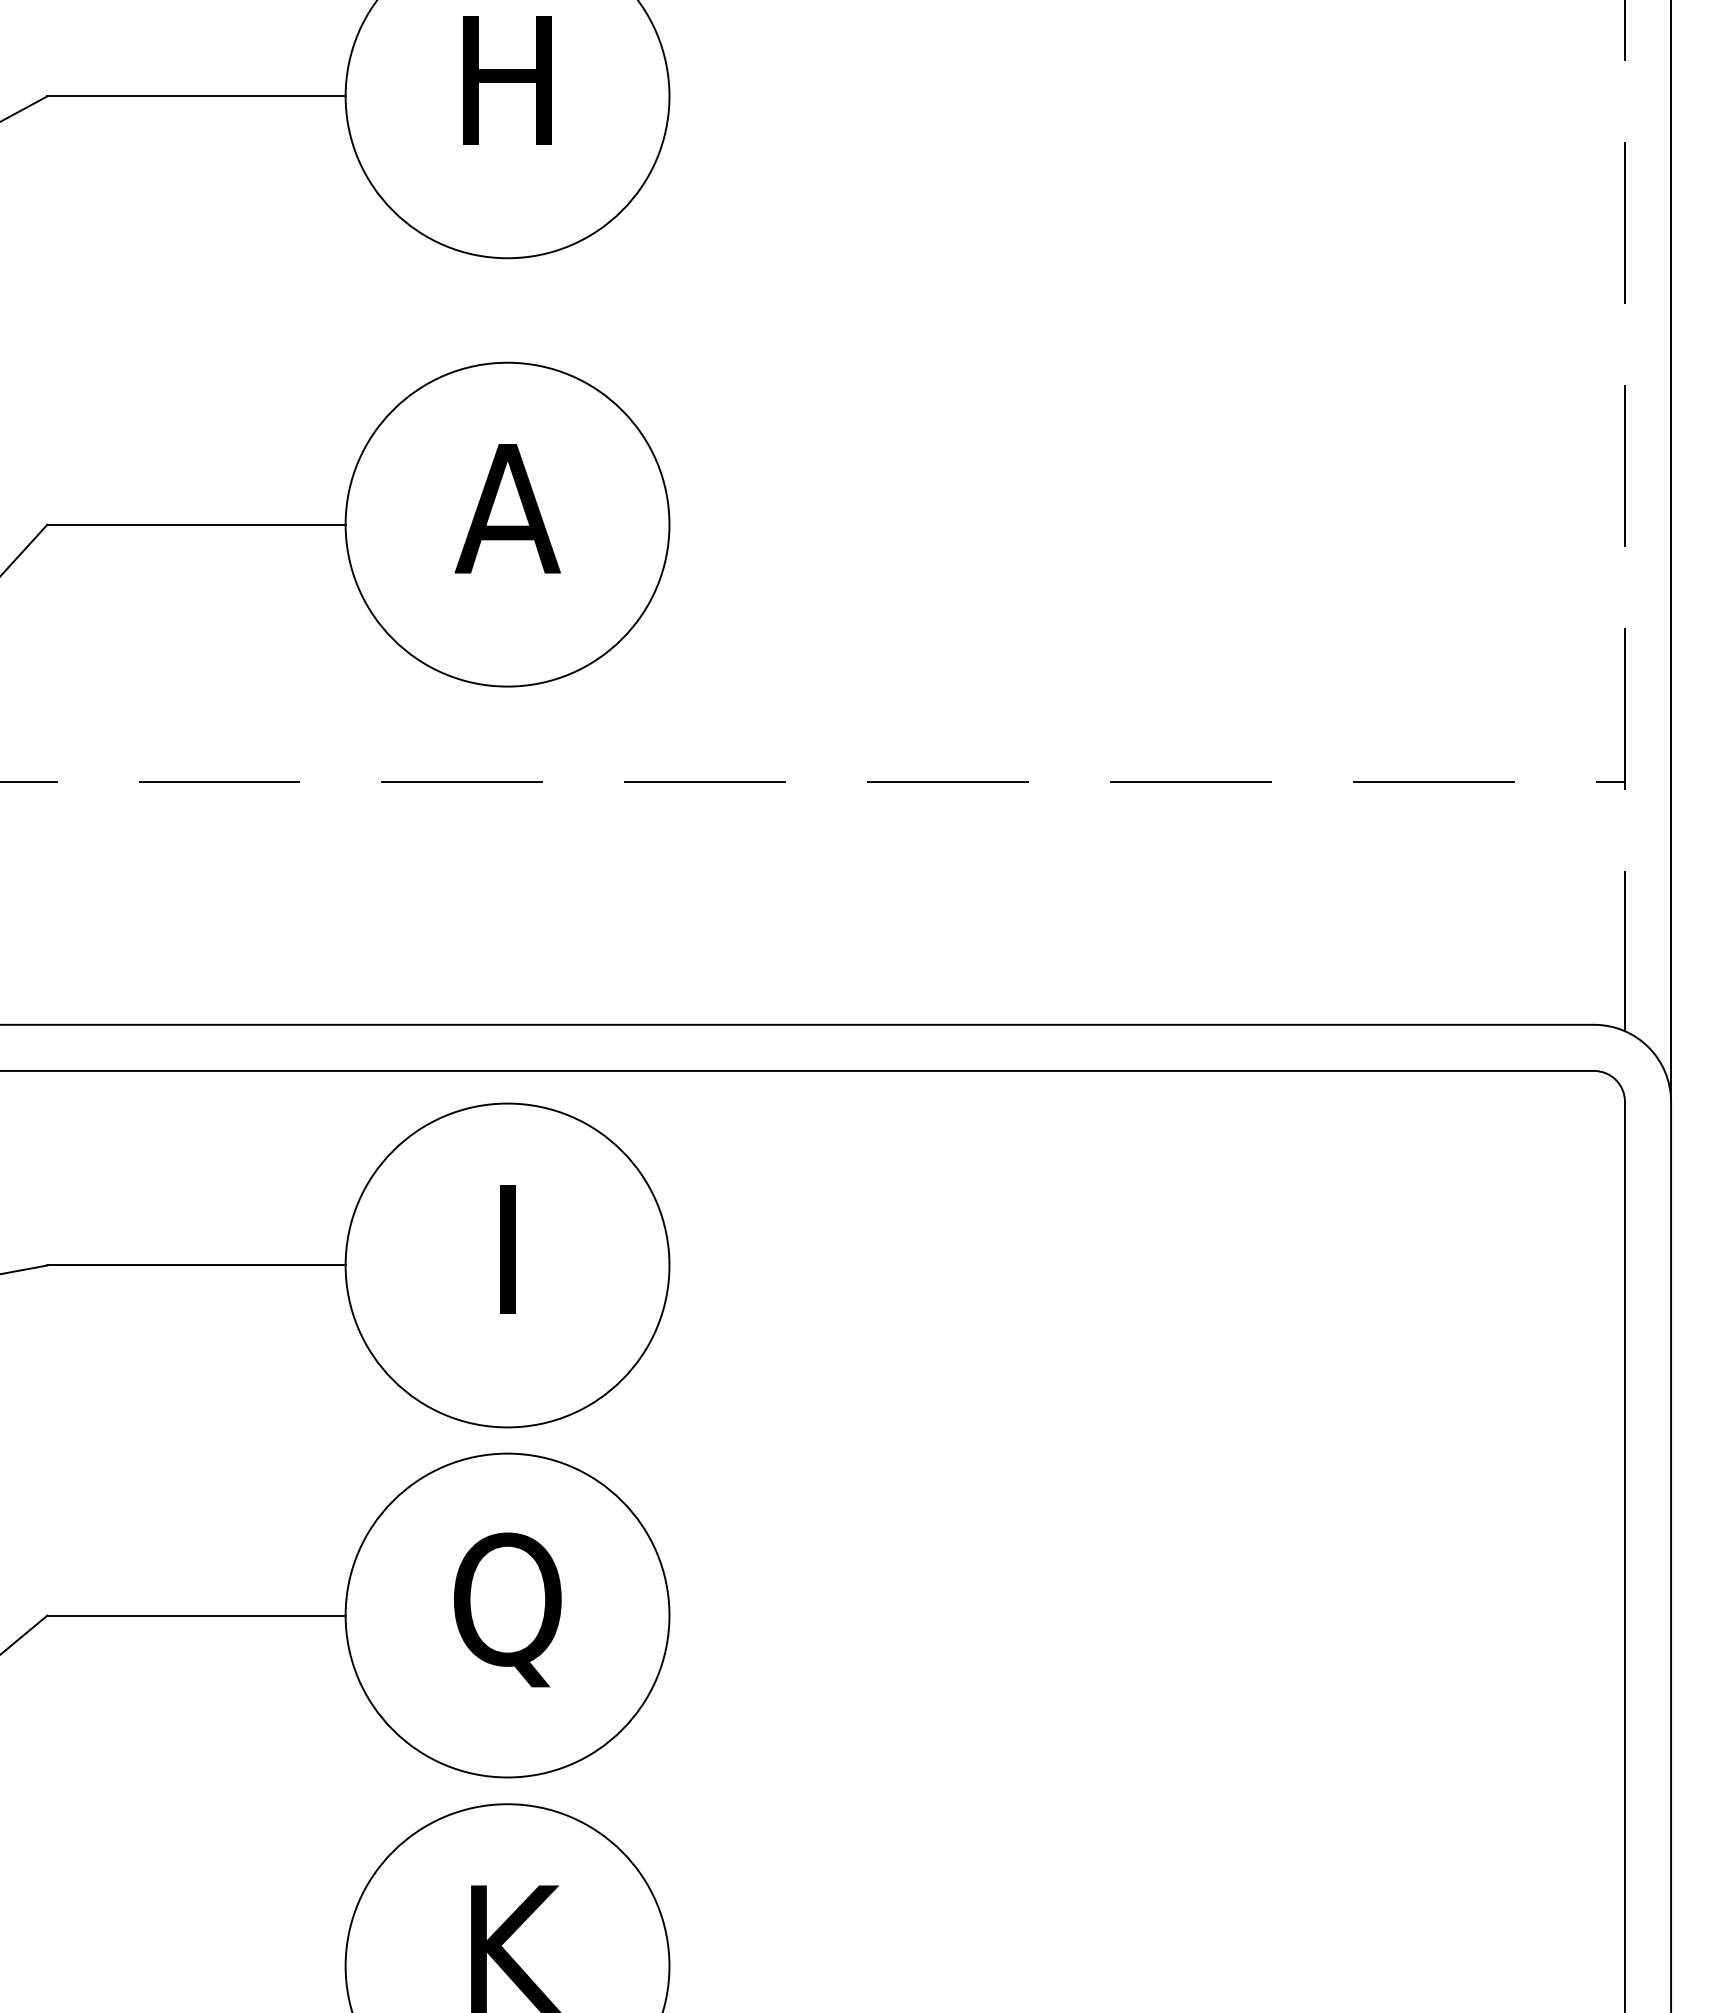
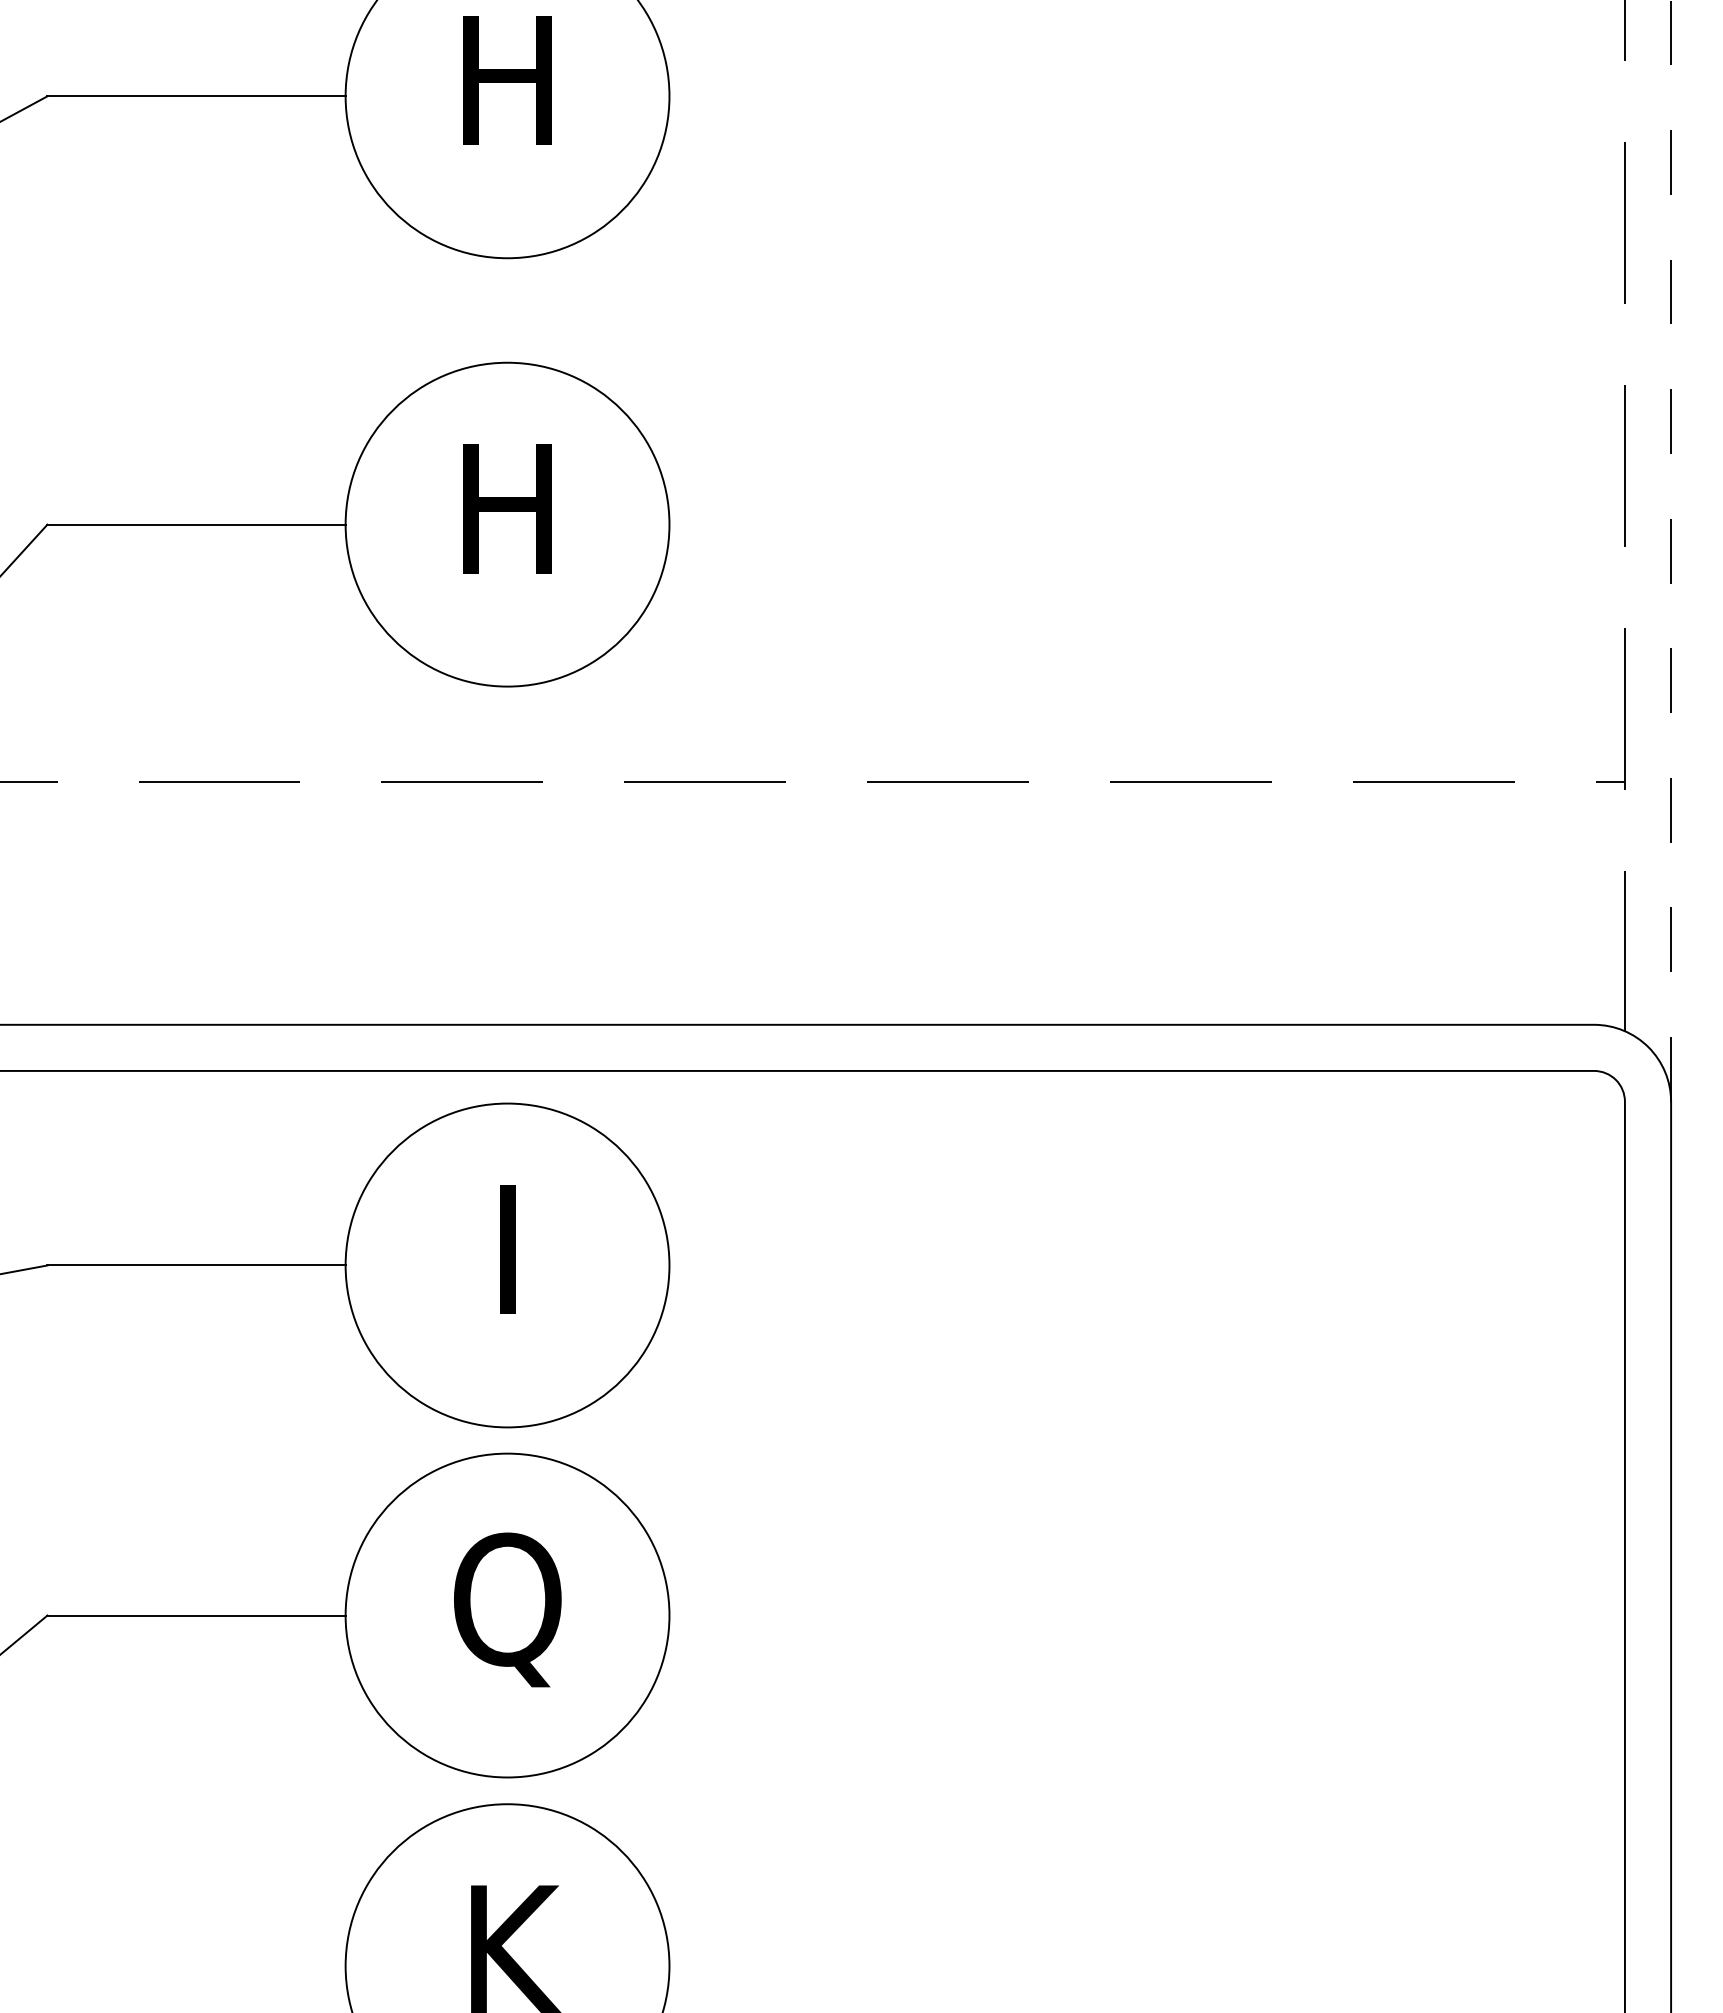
text at (507, 508): A -> H
line at (1671, 550): solid -> dashed
